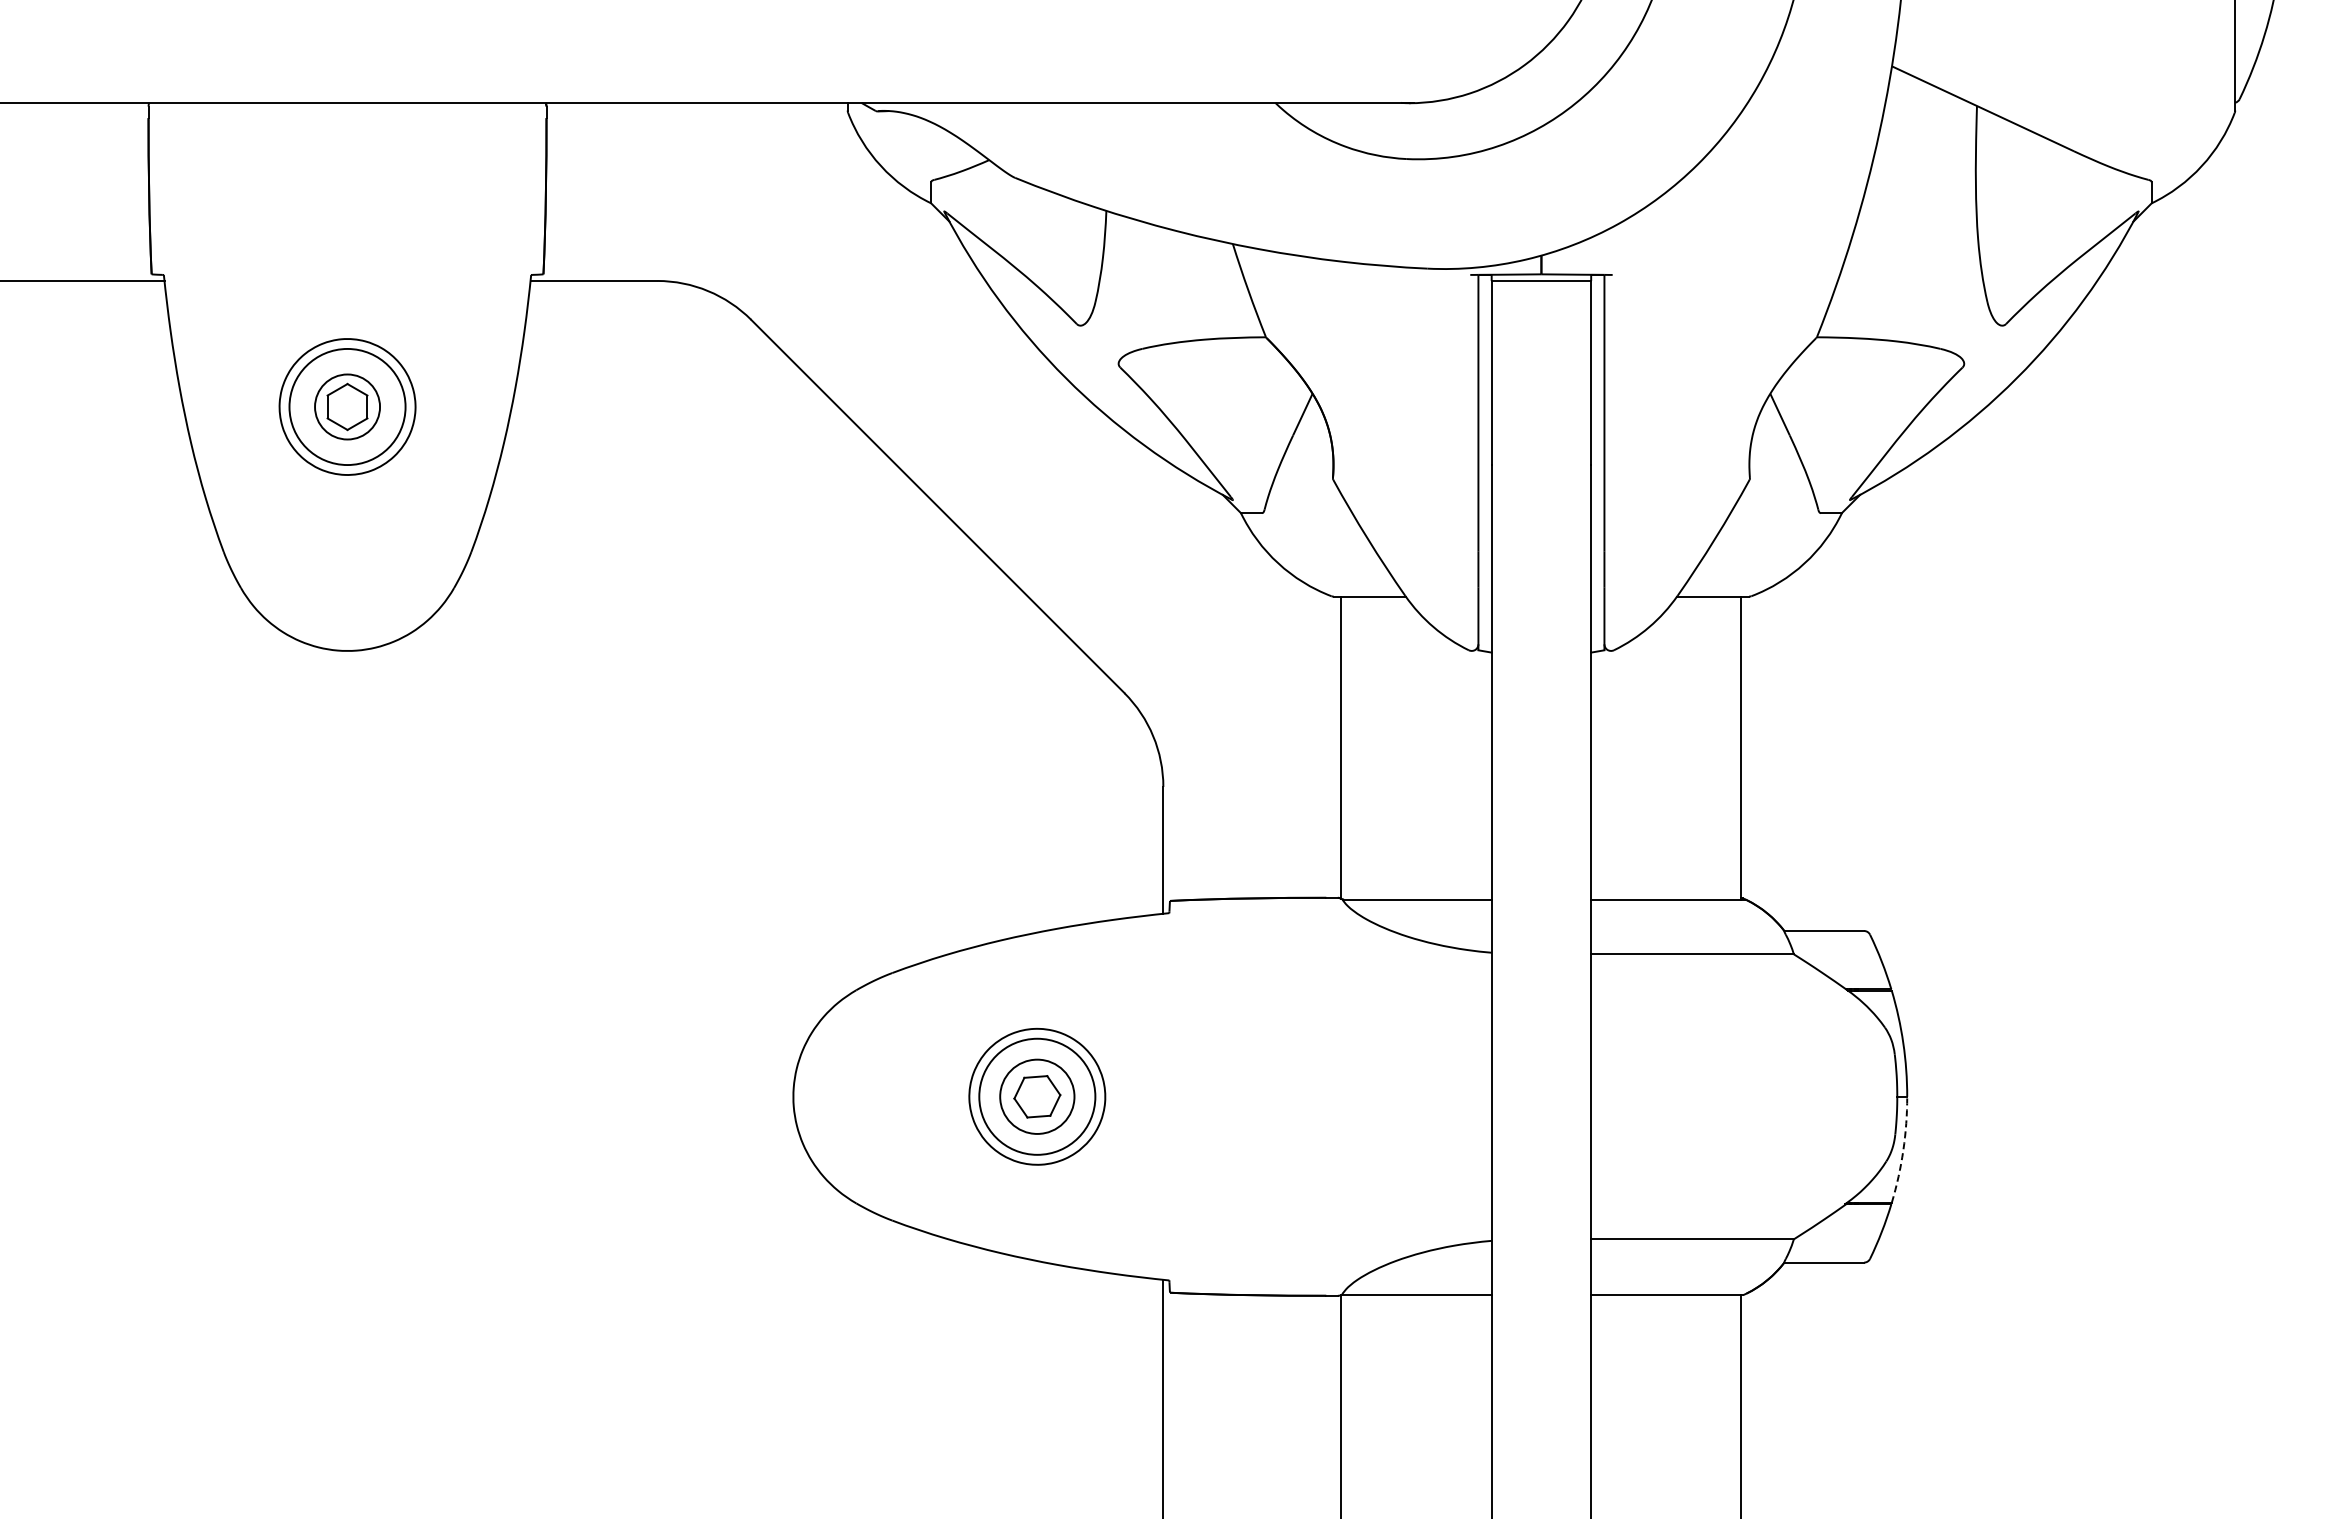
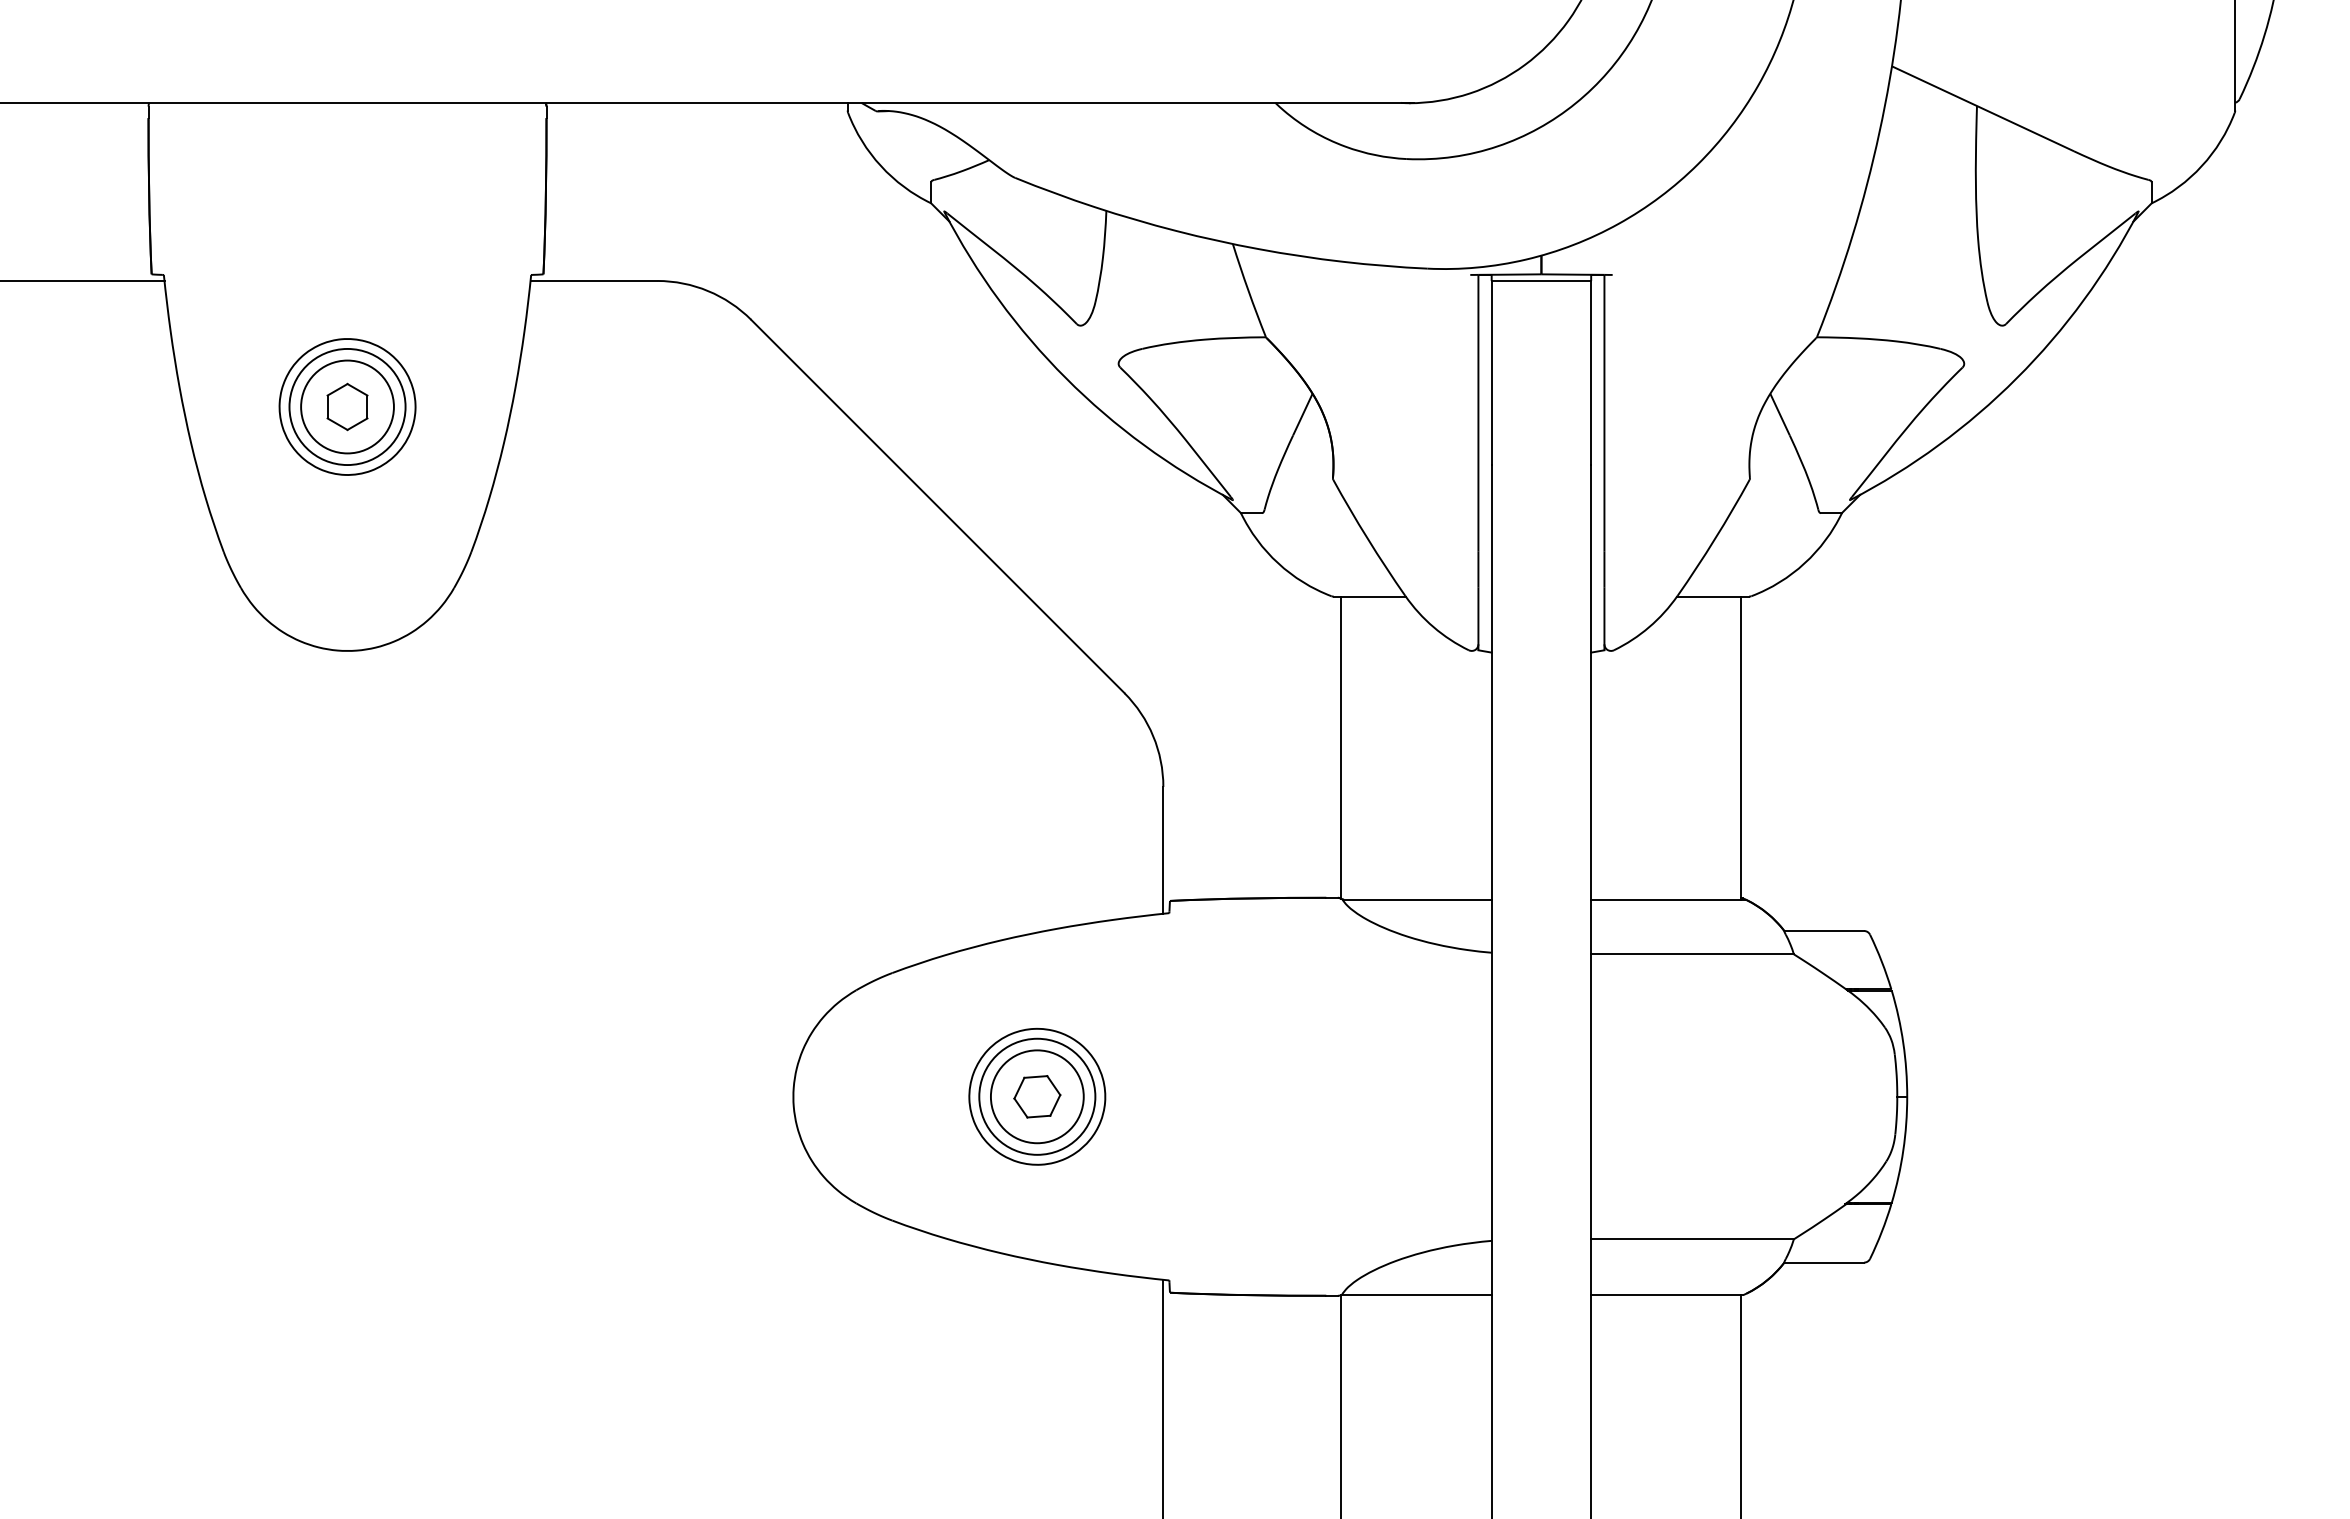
circle at (347, 406) diameter: 65 px -> 93 px
circle at (1037, 1096) diameter: 74 px -> 93 px
arc at (1903, 1150): dashed -> solid
